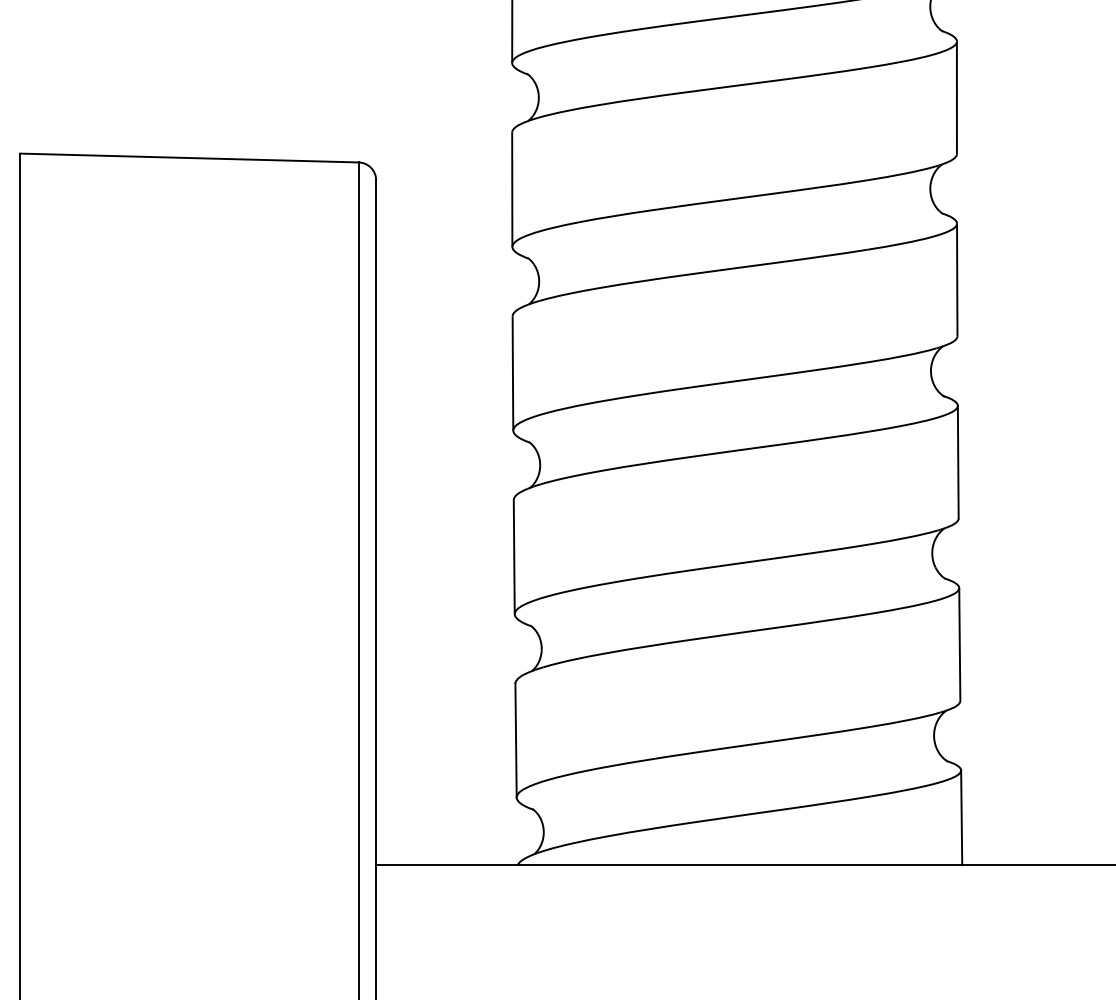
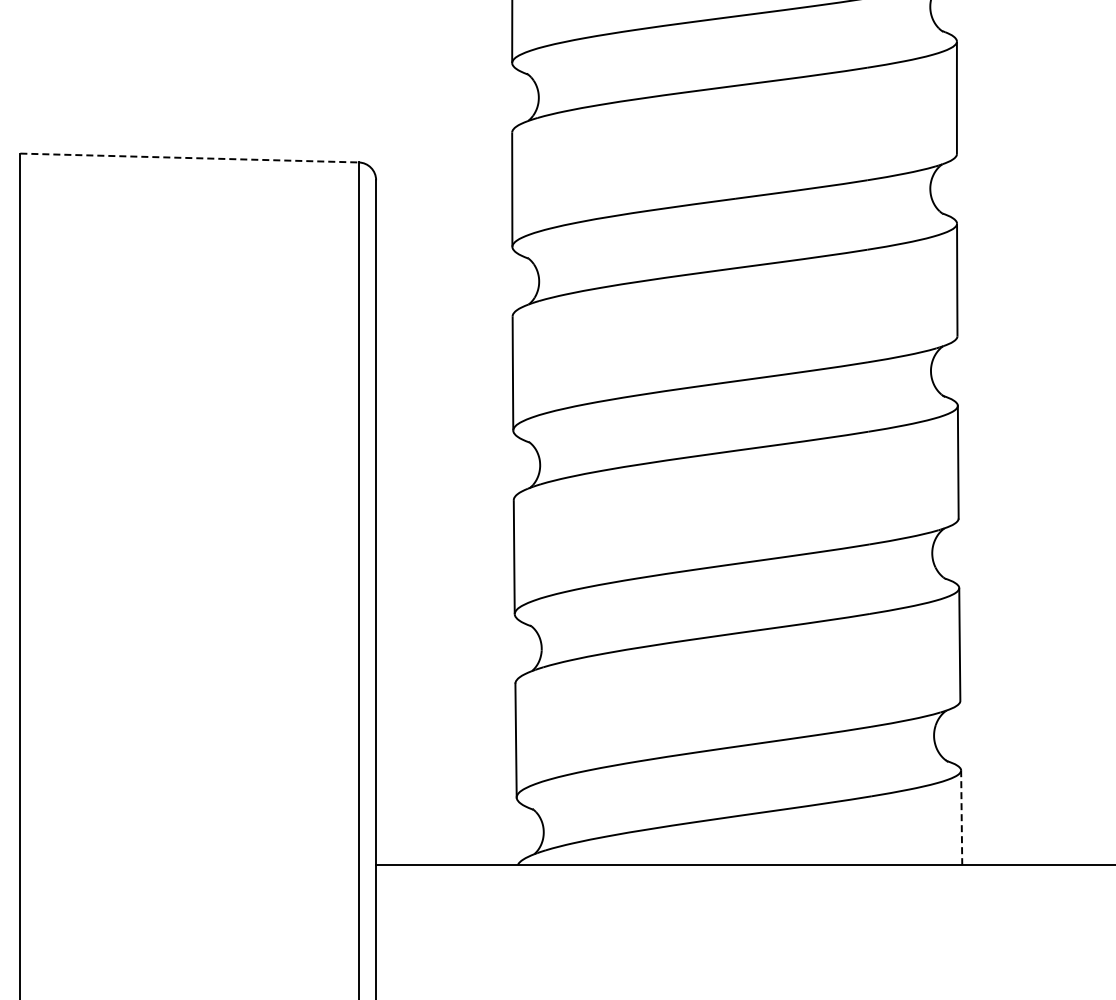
line at (190, 158): solid -> dashed
line at (961, 817): solid -> dashed
